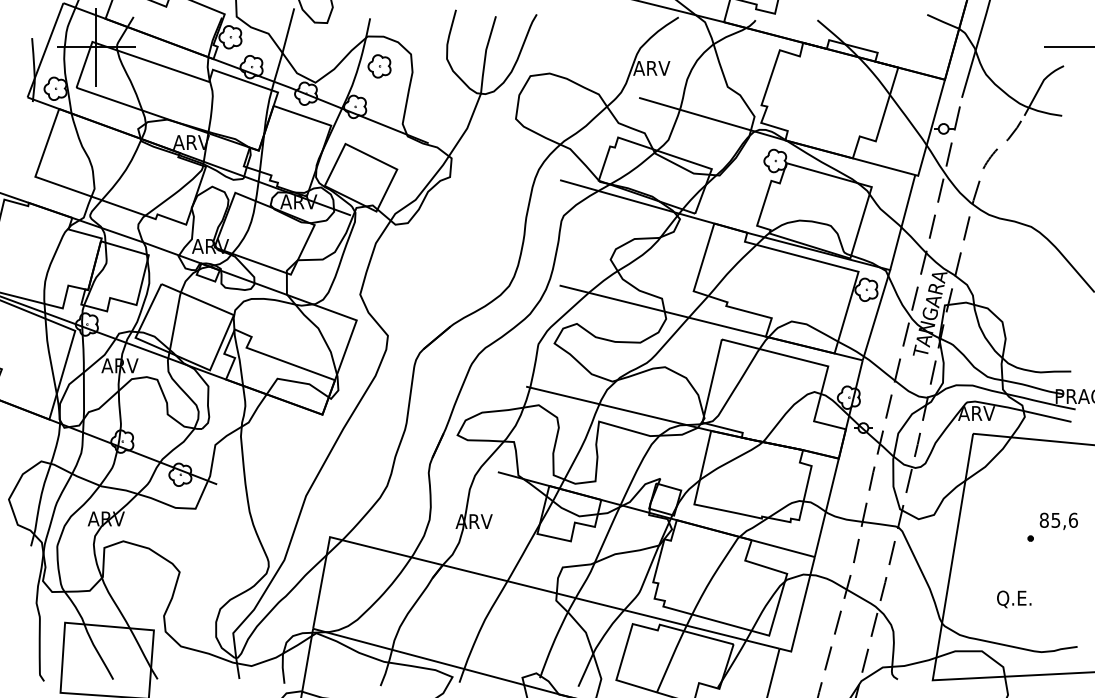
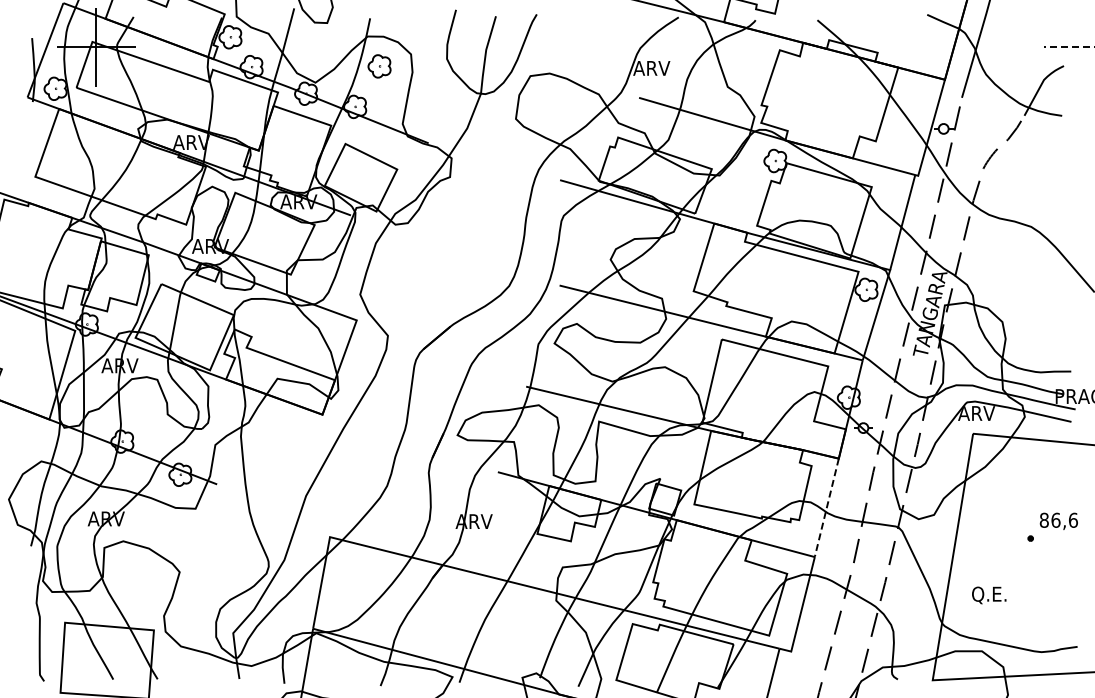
line at (1068, 47): solid -> dashed
line at (826, 509): solid -> dashed
text at (1055, 519): 85,6 -> 86,6
text at (1014, 599) position: (1014, 599) -> (989, 595)
